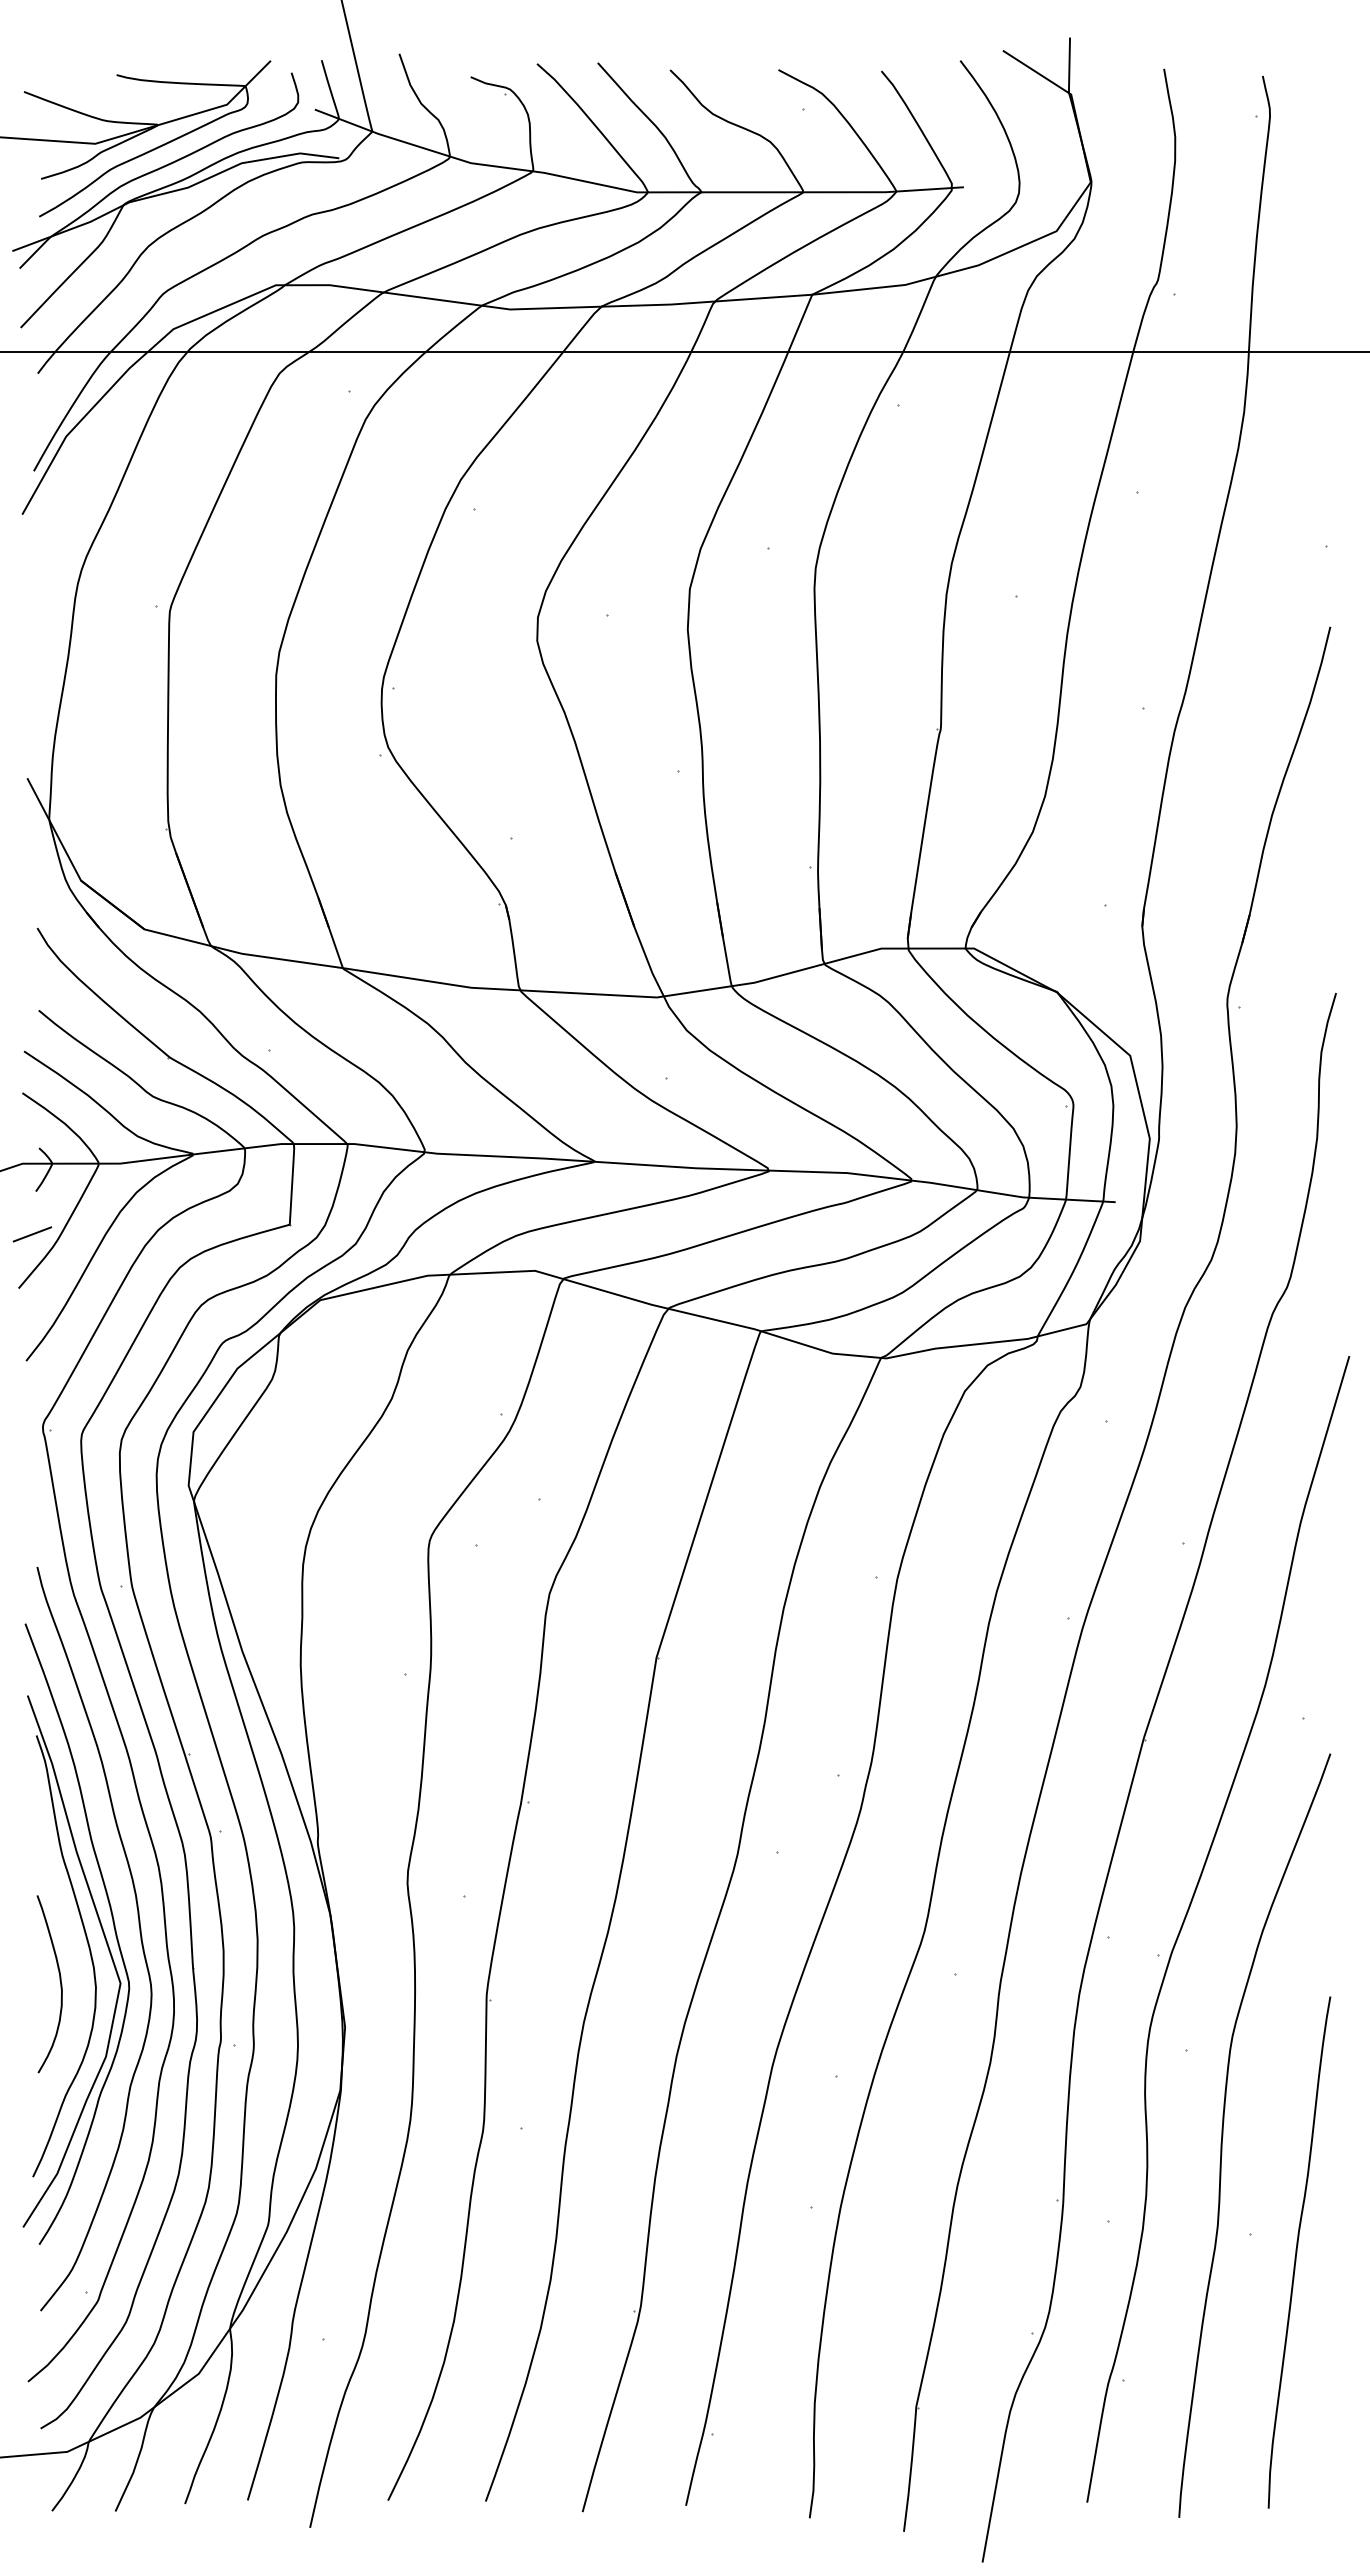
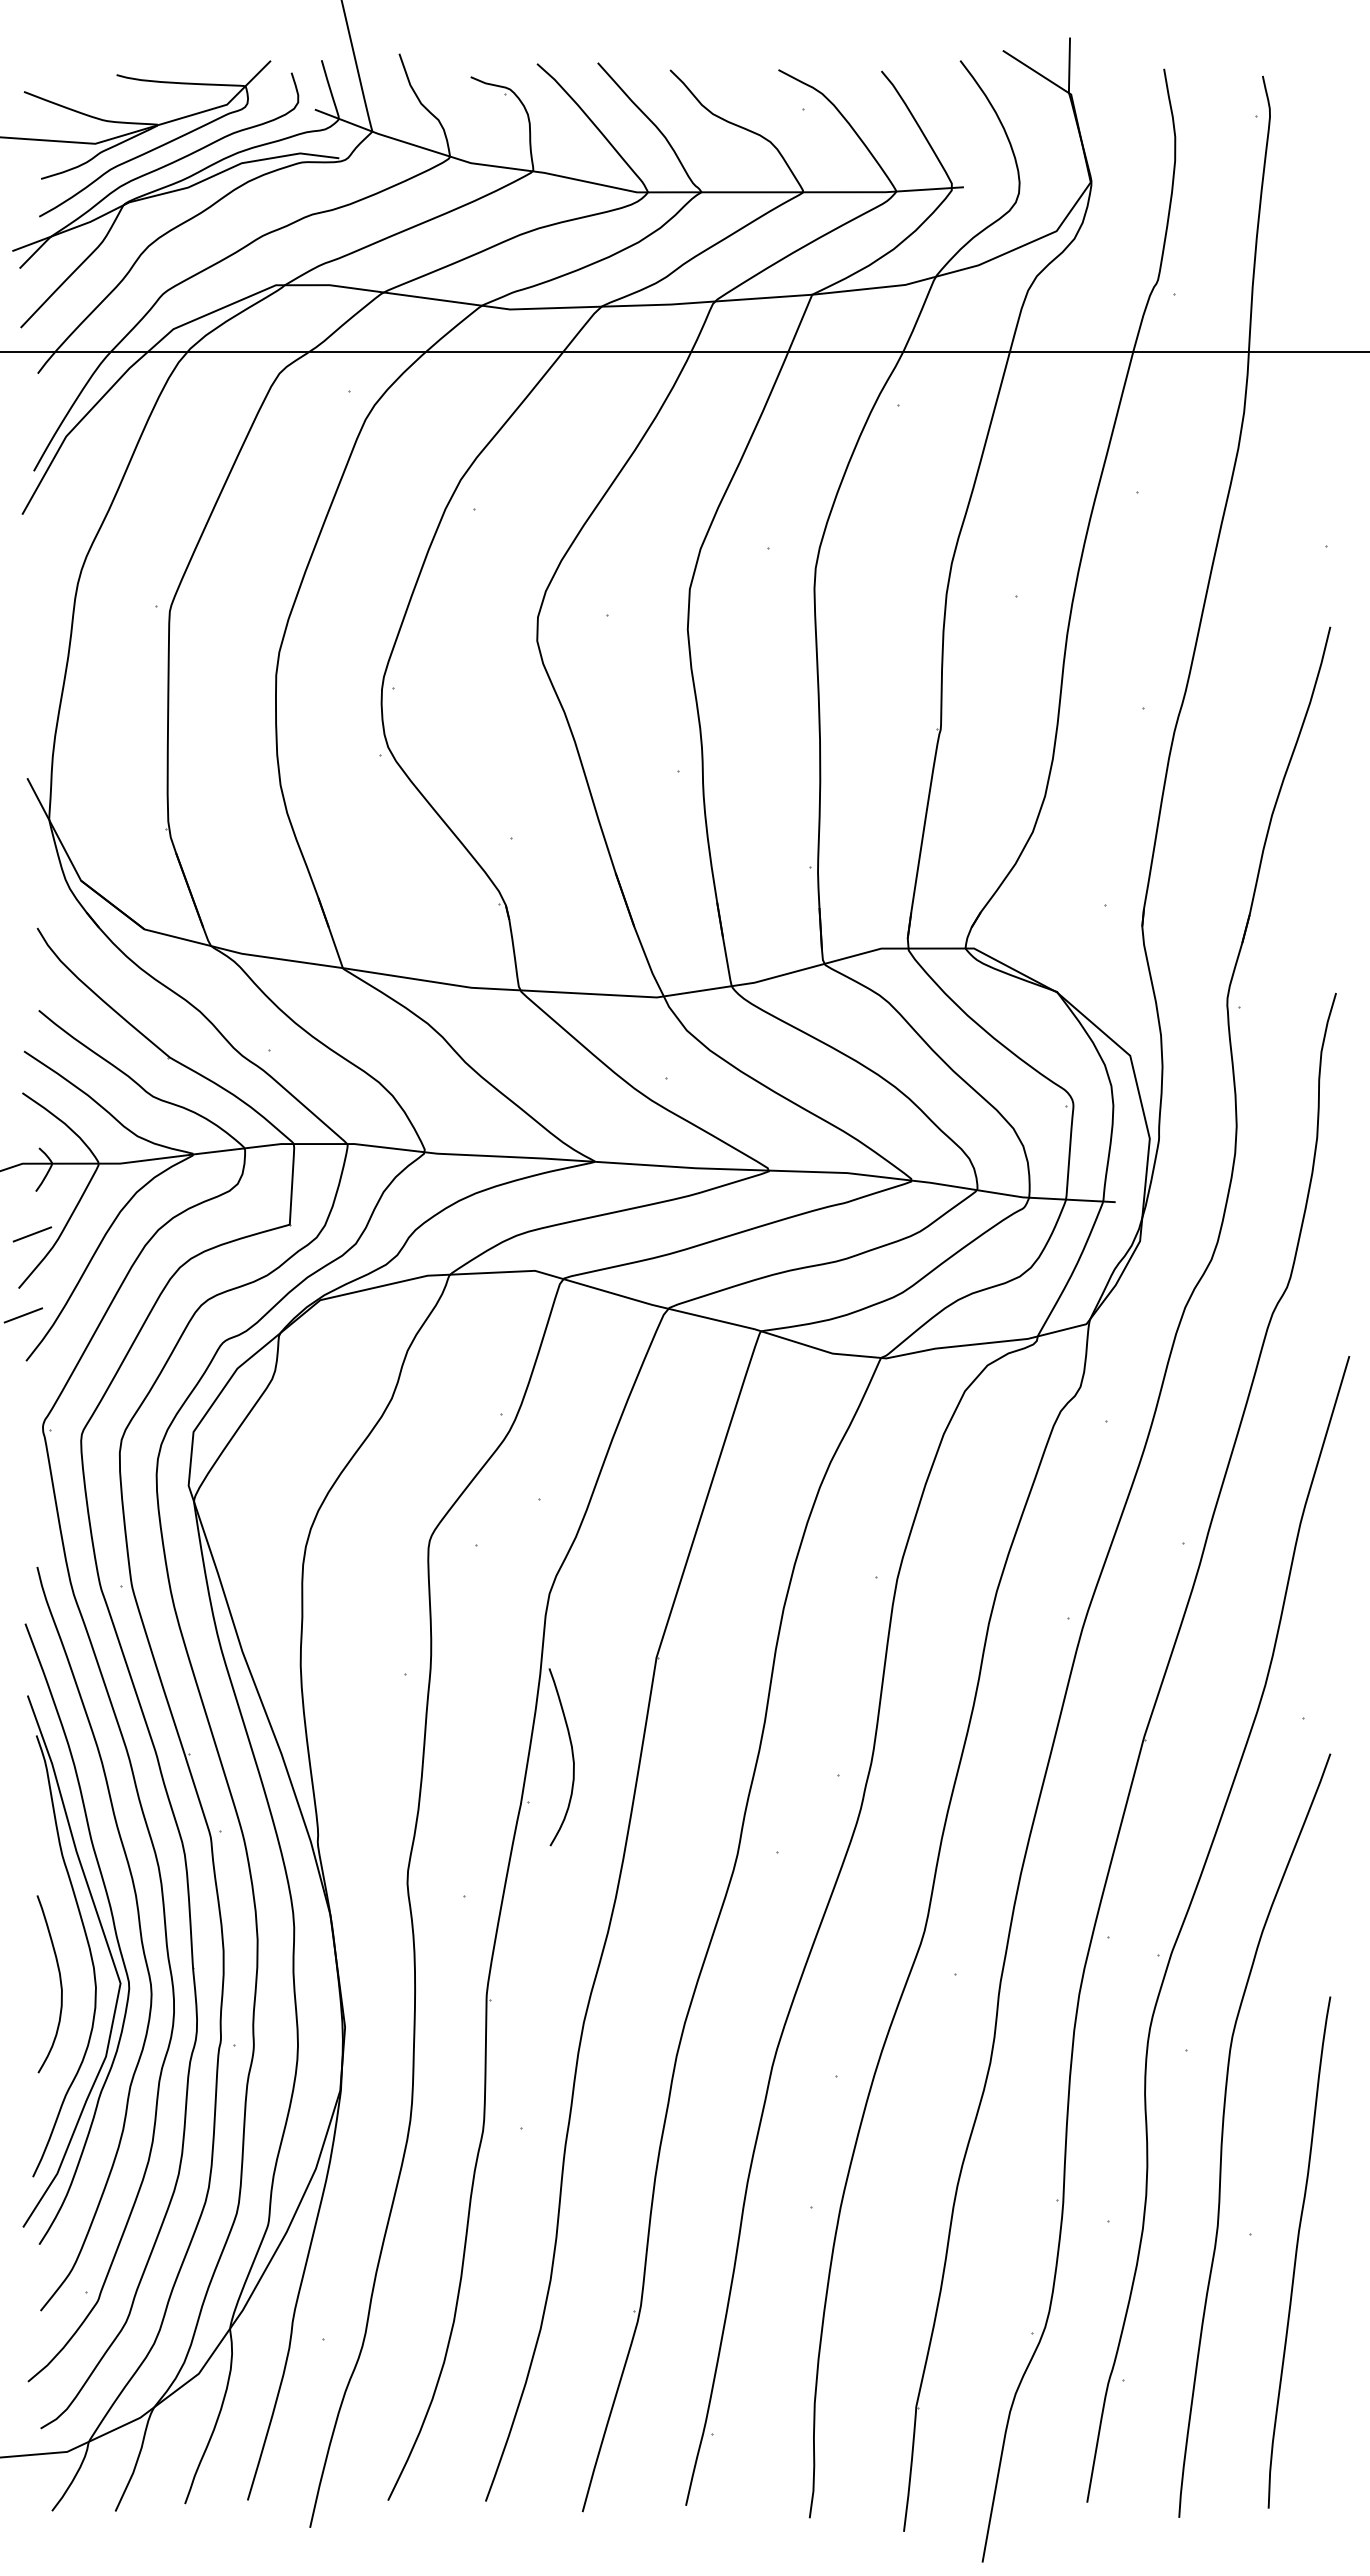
line at (23, 1315): none -> present
curve at (571, 1753): none -> present
